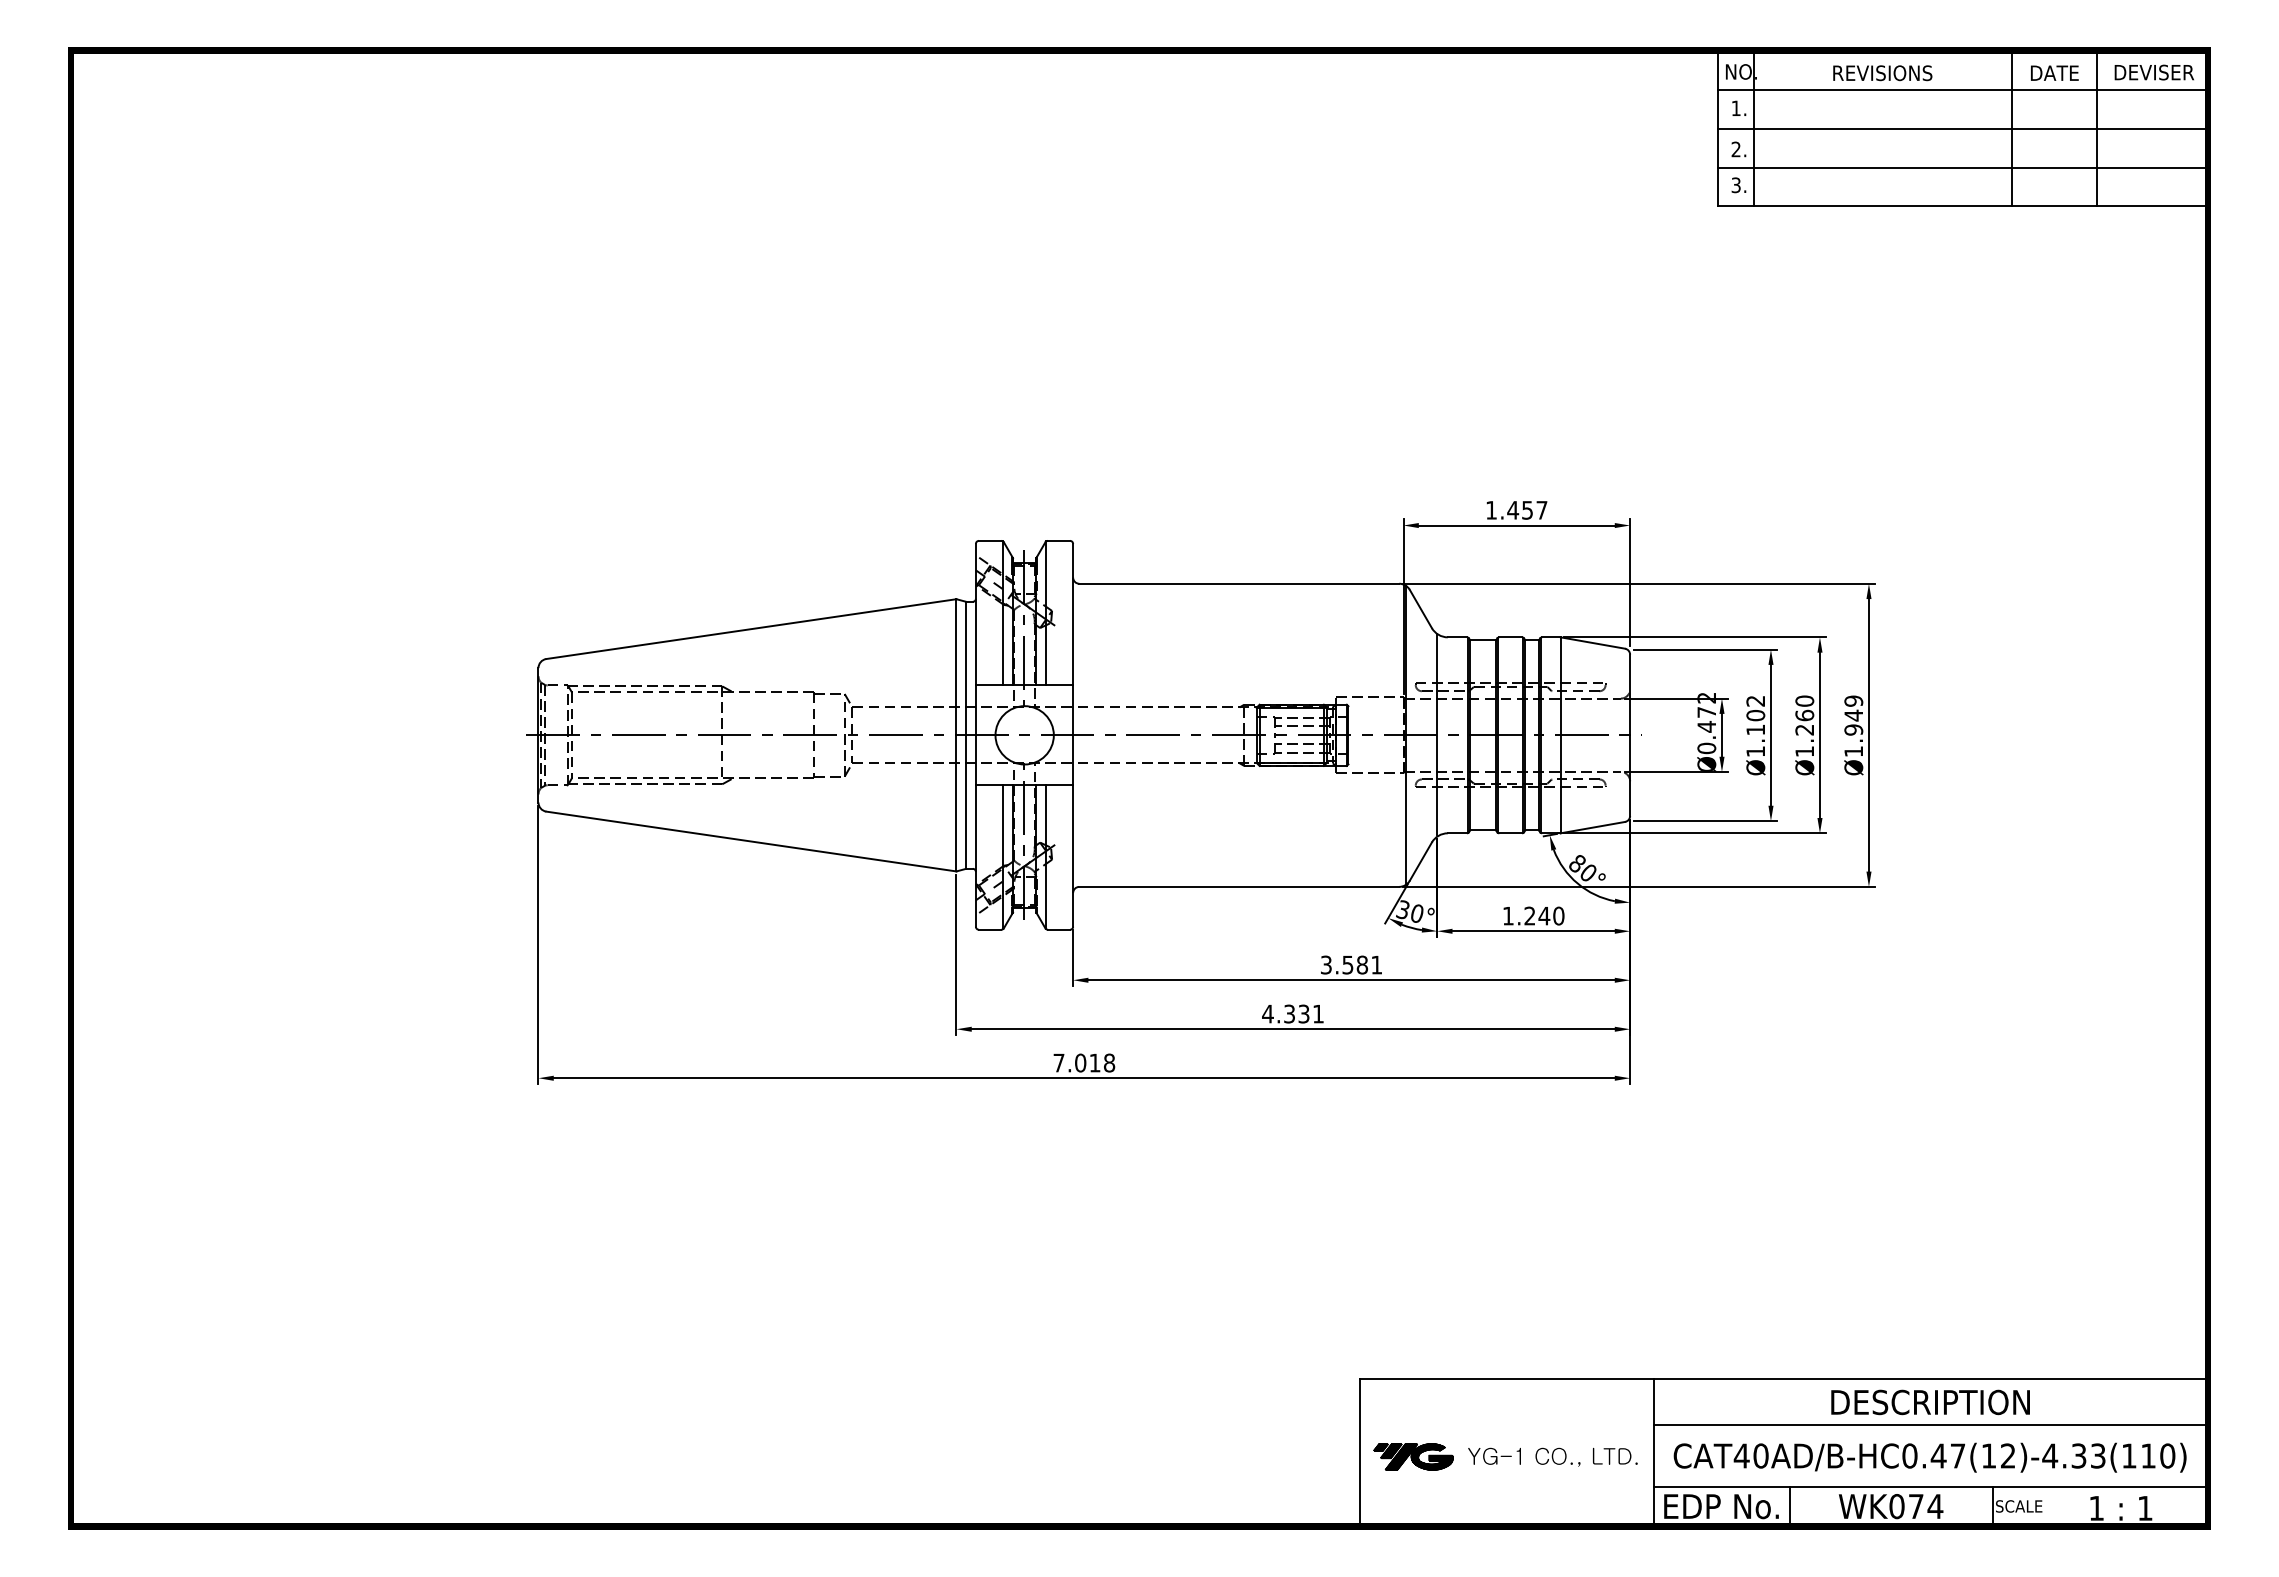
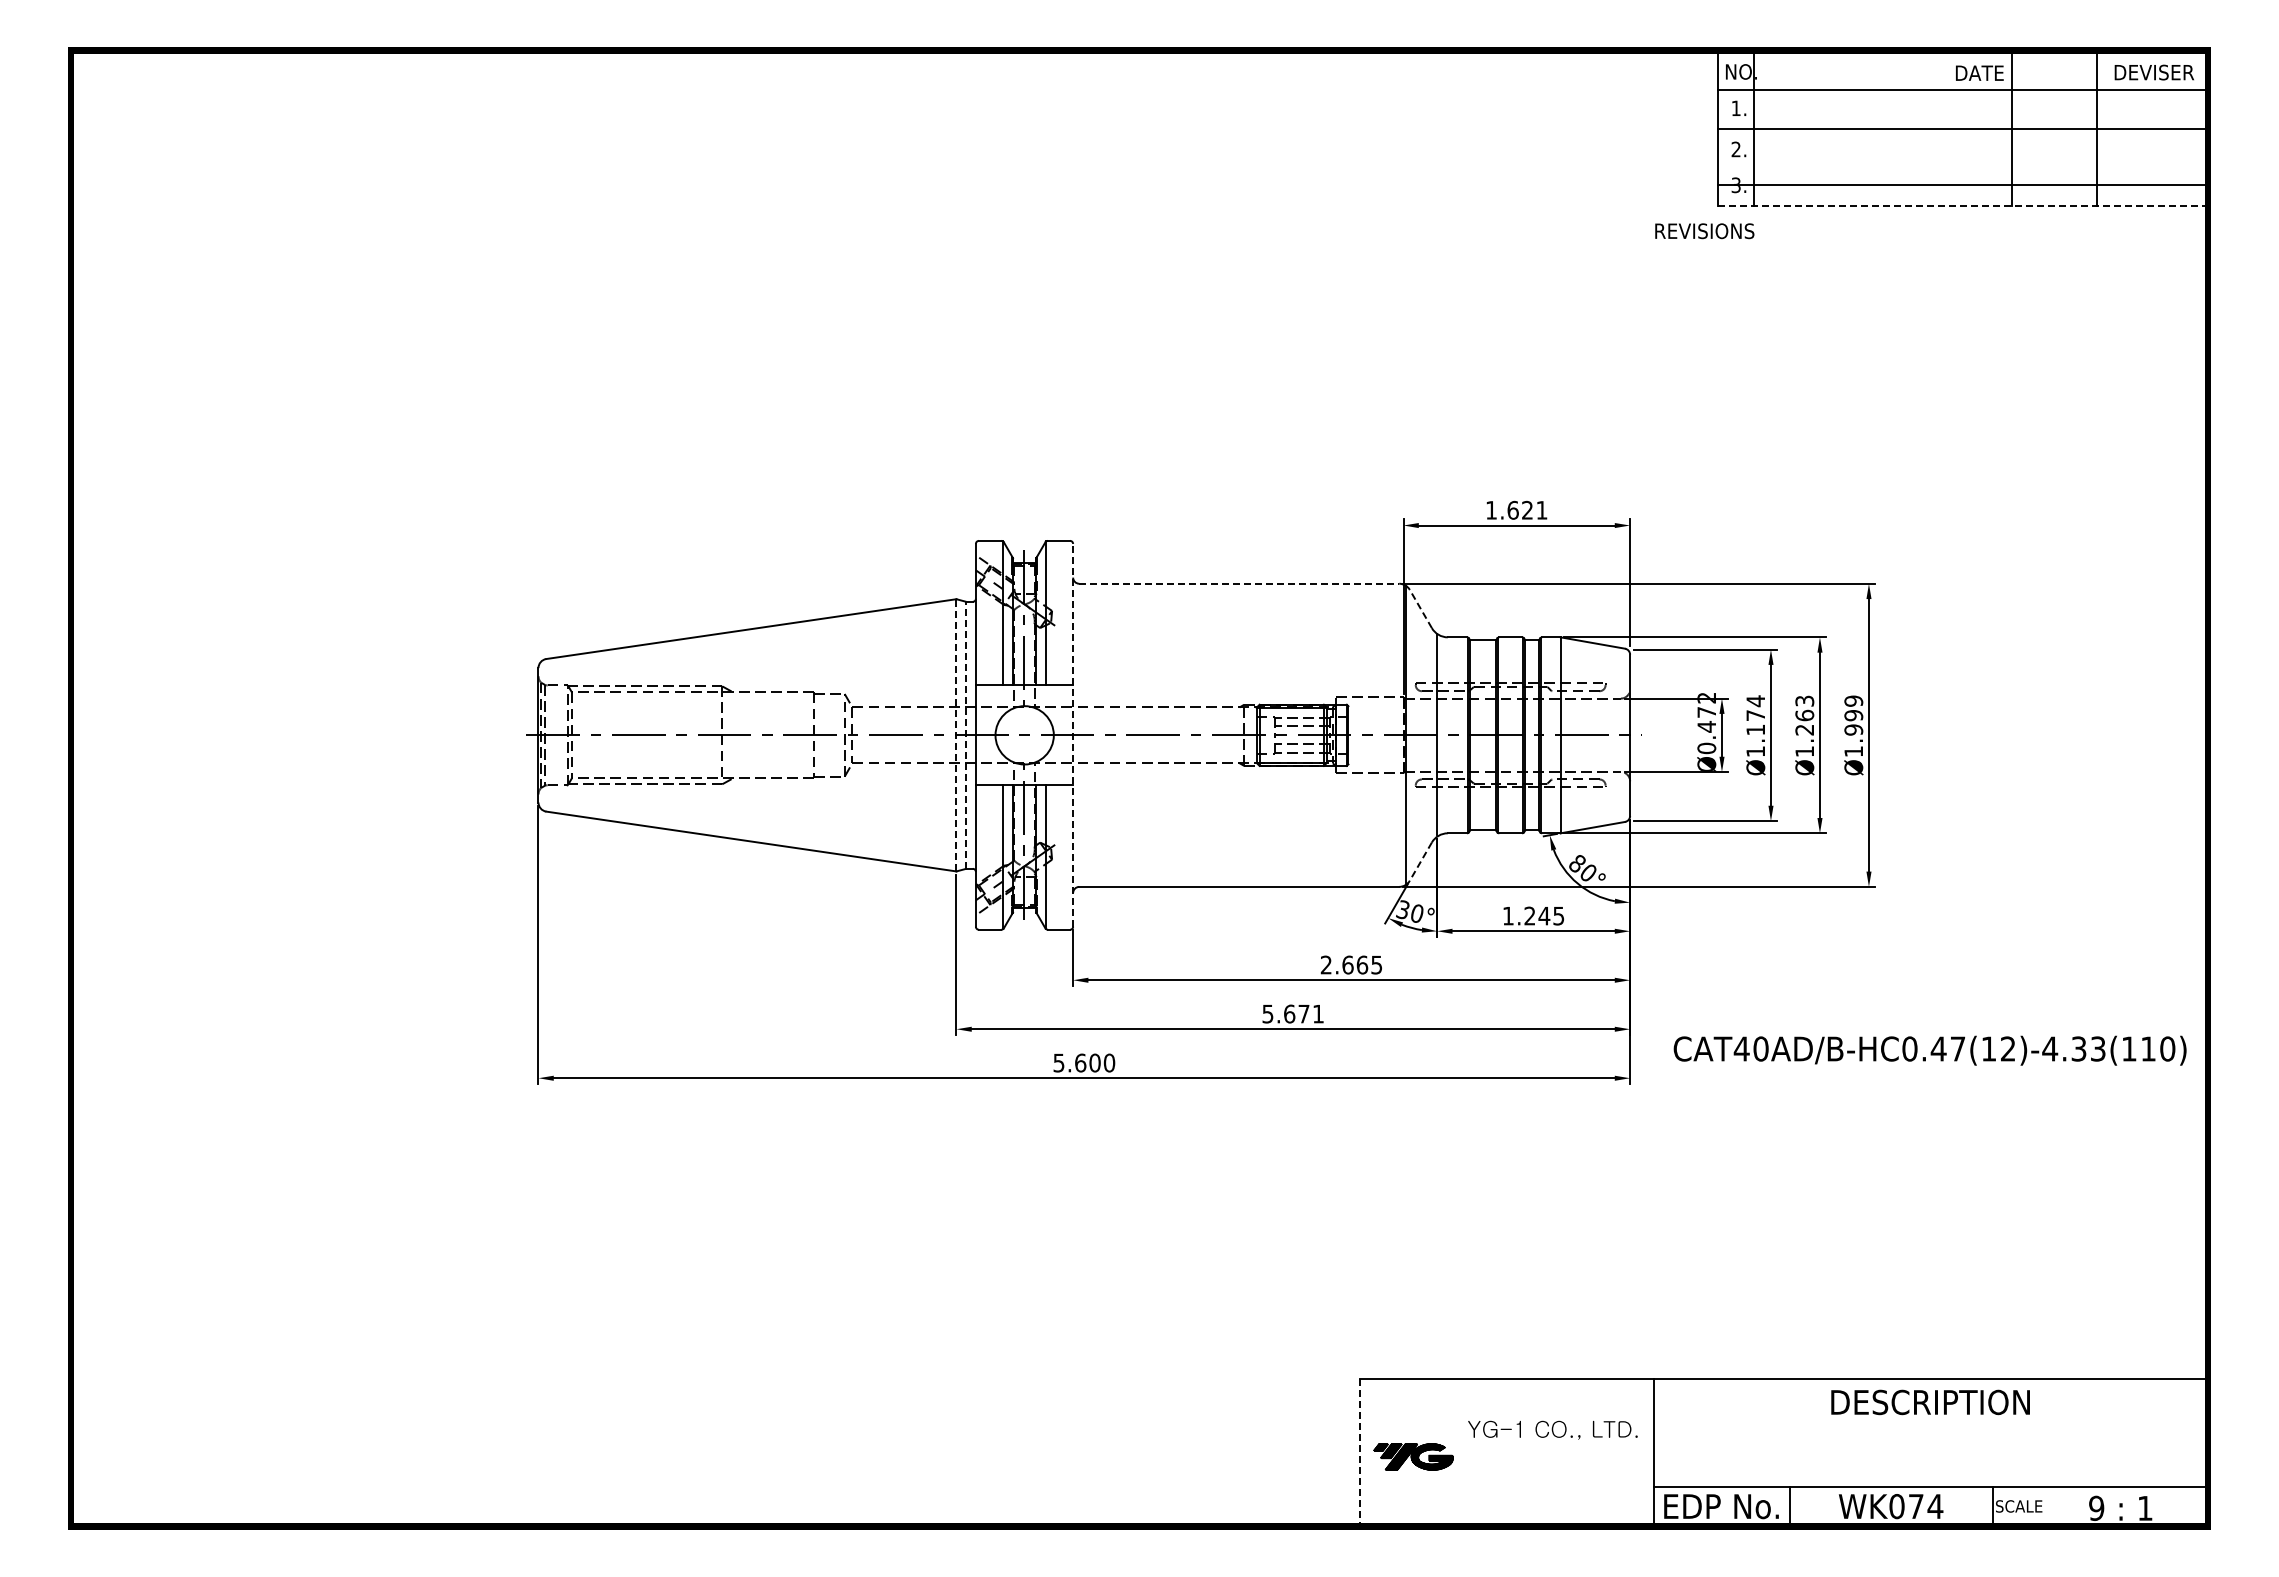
text at (2054, 72) position: (2054, 72) -> (1979, 72)
text at (1882, 73) position: (1882, 73) -> (1704, 231)
line at (1962, 168) position: (1962, 168) -> (1962, 185)
line at (1962, 205): solid -> dashed
text at (1527, 509): 1.457 -> 1.621
line at (1239, 583): solid -> dashed
line at (1420, 608): solid -> dashed
text at (1804, 700): Ø1.260 -> Ø1.263
text at (1755, 708): Ø1.102 -> Ø1.174
text at (1853, 715): Ø1.949 -> Ø1.999
line at (956, 734): solid -> dashed
line at (1073, 734): solid -> dashed
line at (966, 735): solid -> dashed
line at (1420, 862): solid -> dashed
text at (1558, 915): 1.240 -> 1.245
text at (1351, 964): 3.581 -> 2.665
text at (1285, 1013): 4.331 -> 5.671
text at (1084, 1062): 7.018 -> 5.600
line at (1930, 1425): present -> none
line at (1360, 1453): solid -> dashed
text at (1552, 1456) position: (1552, 1456) -> (1552, 1429)
text at (1929, 1457) position: (1929, 1457) -> (1929, 1050)
text at (2096, 1507): 1 -> 9
